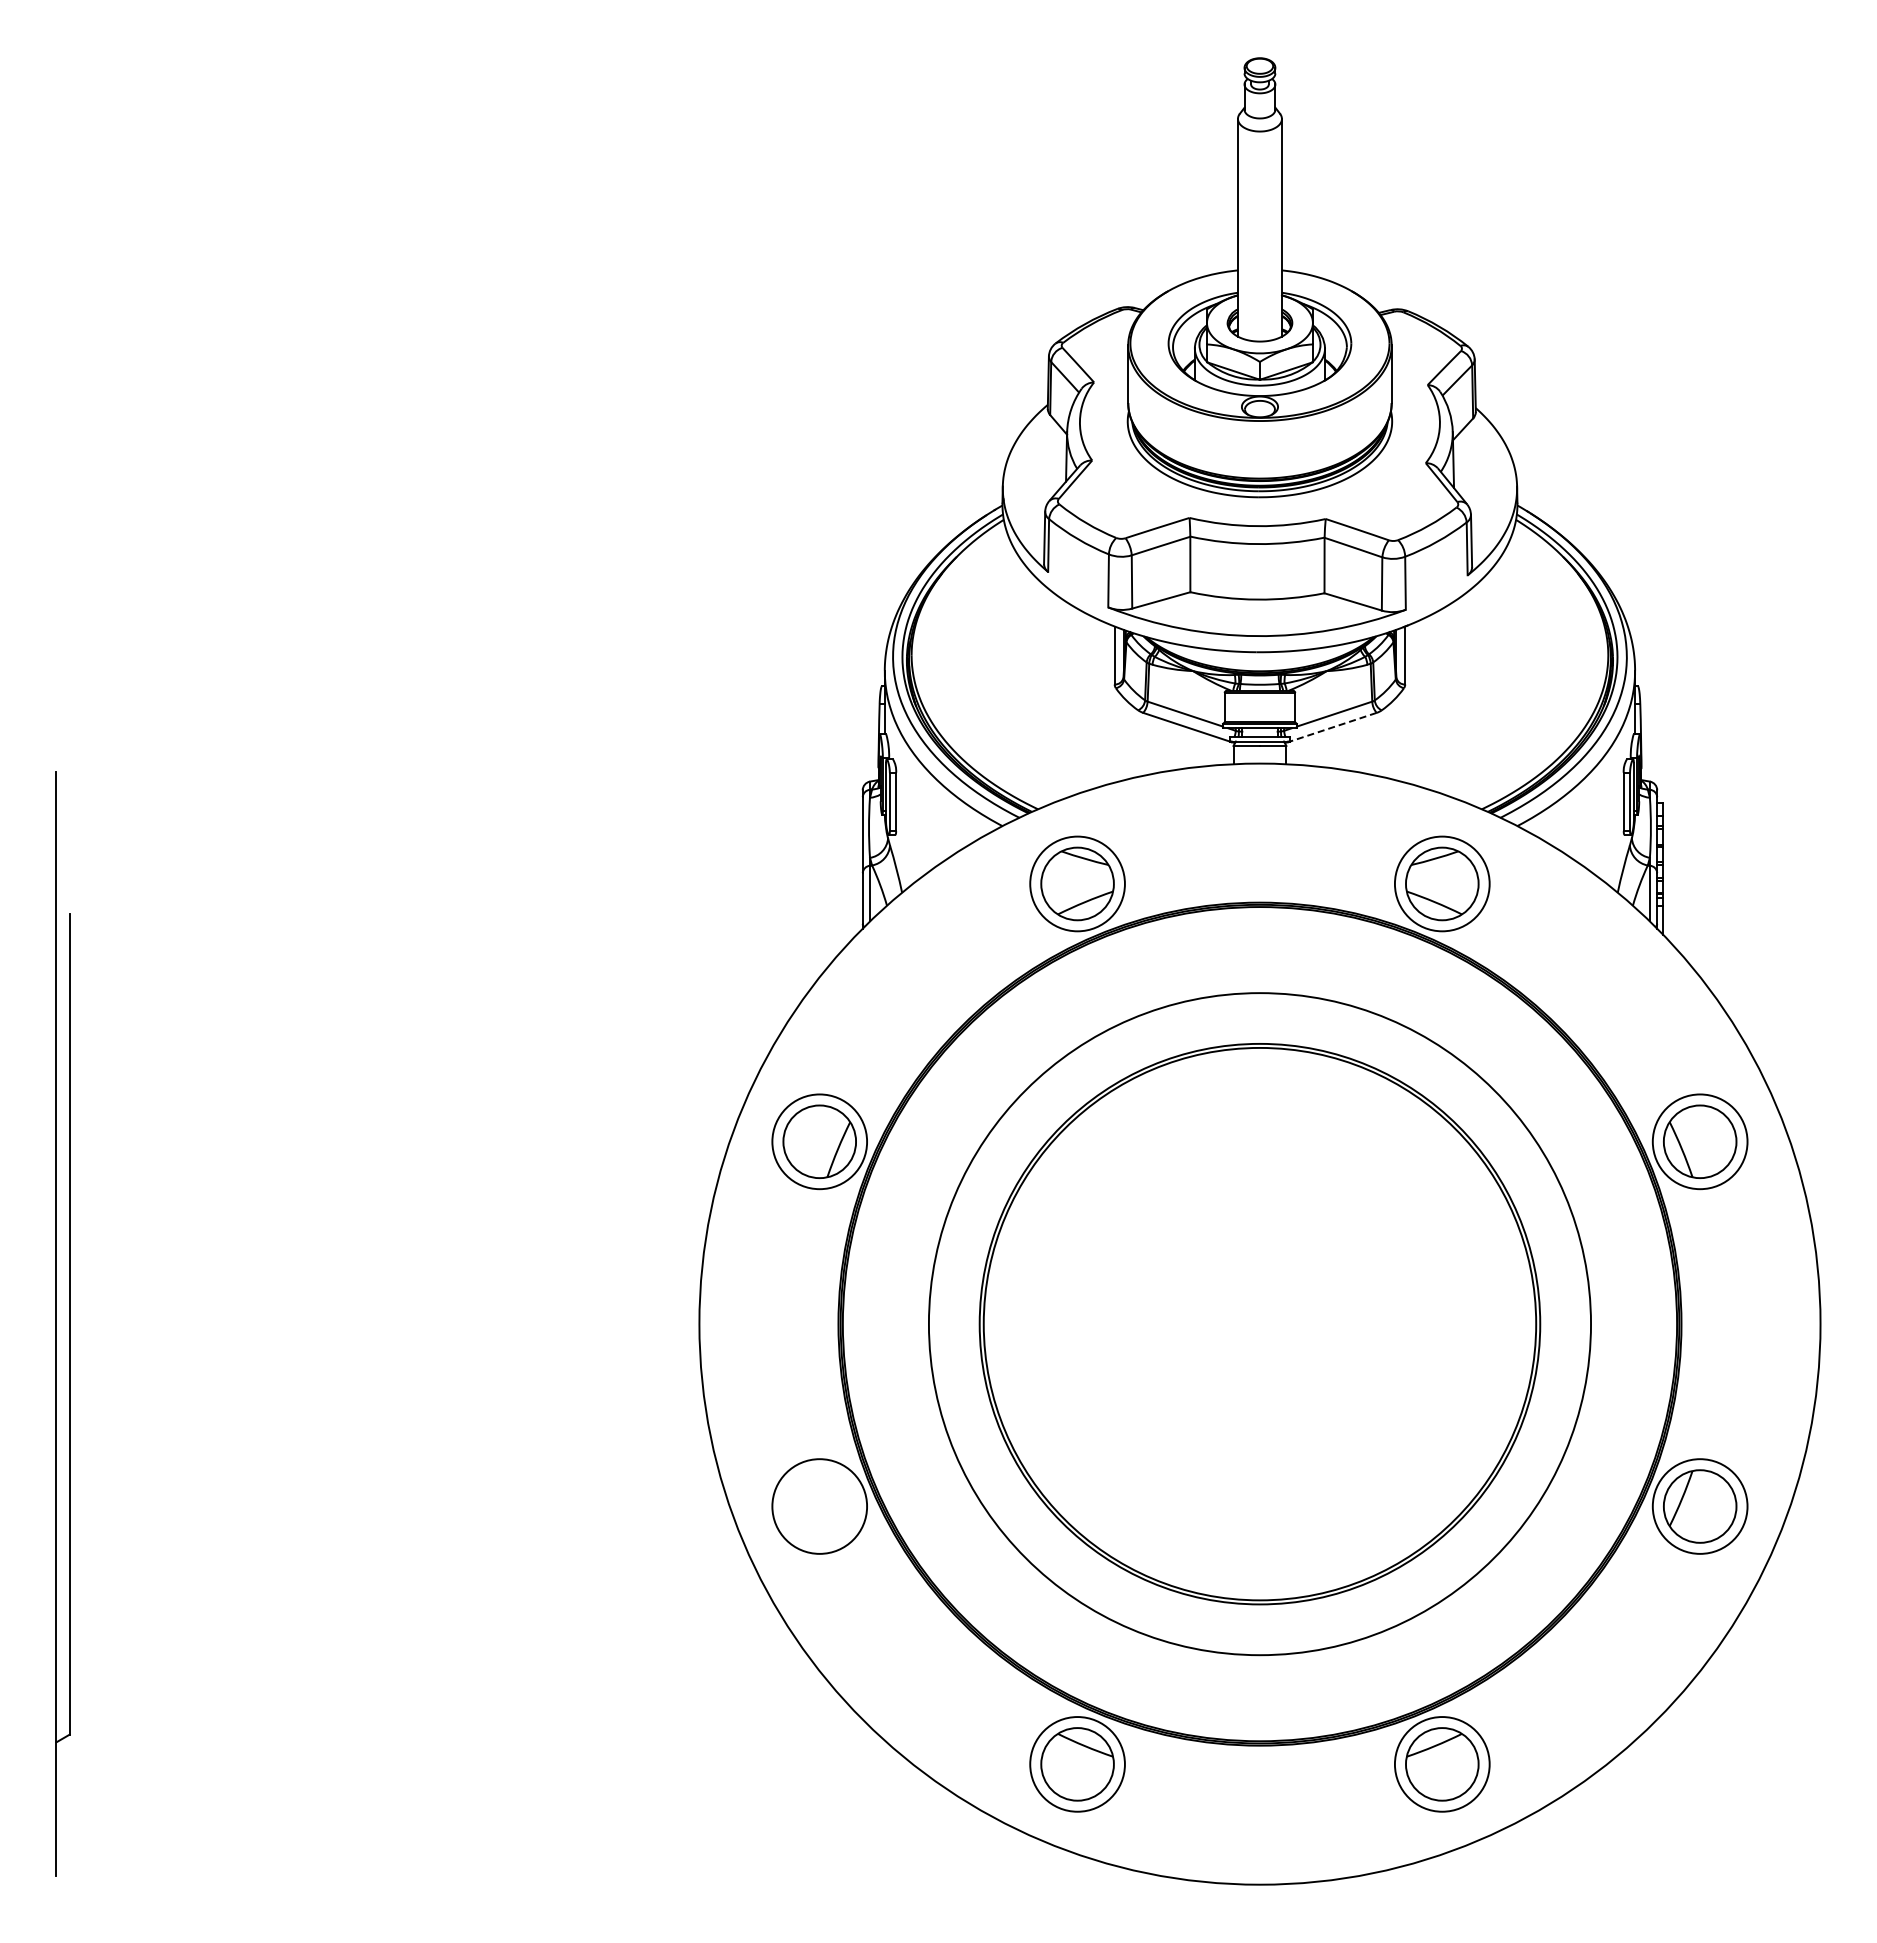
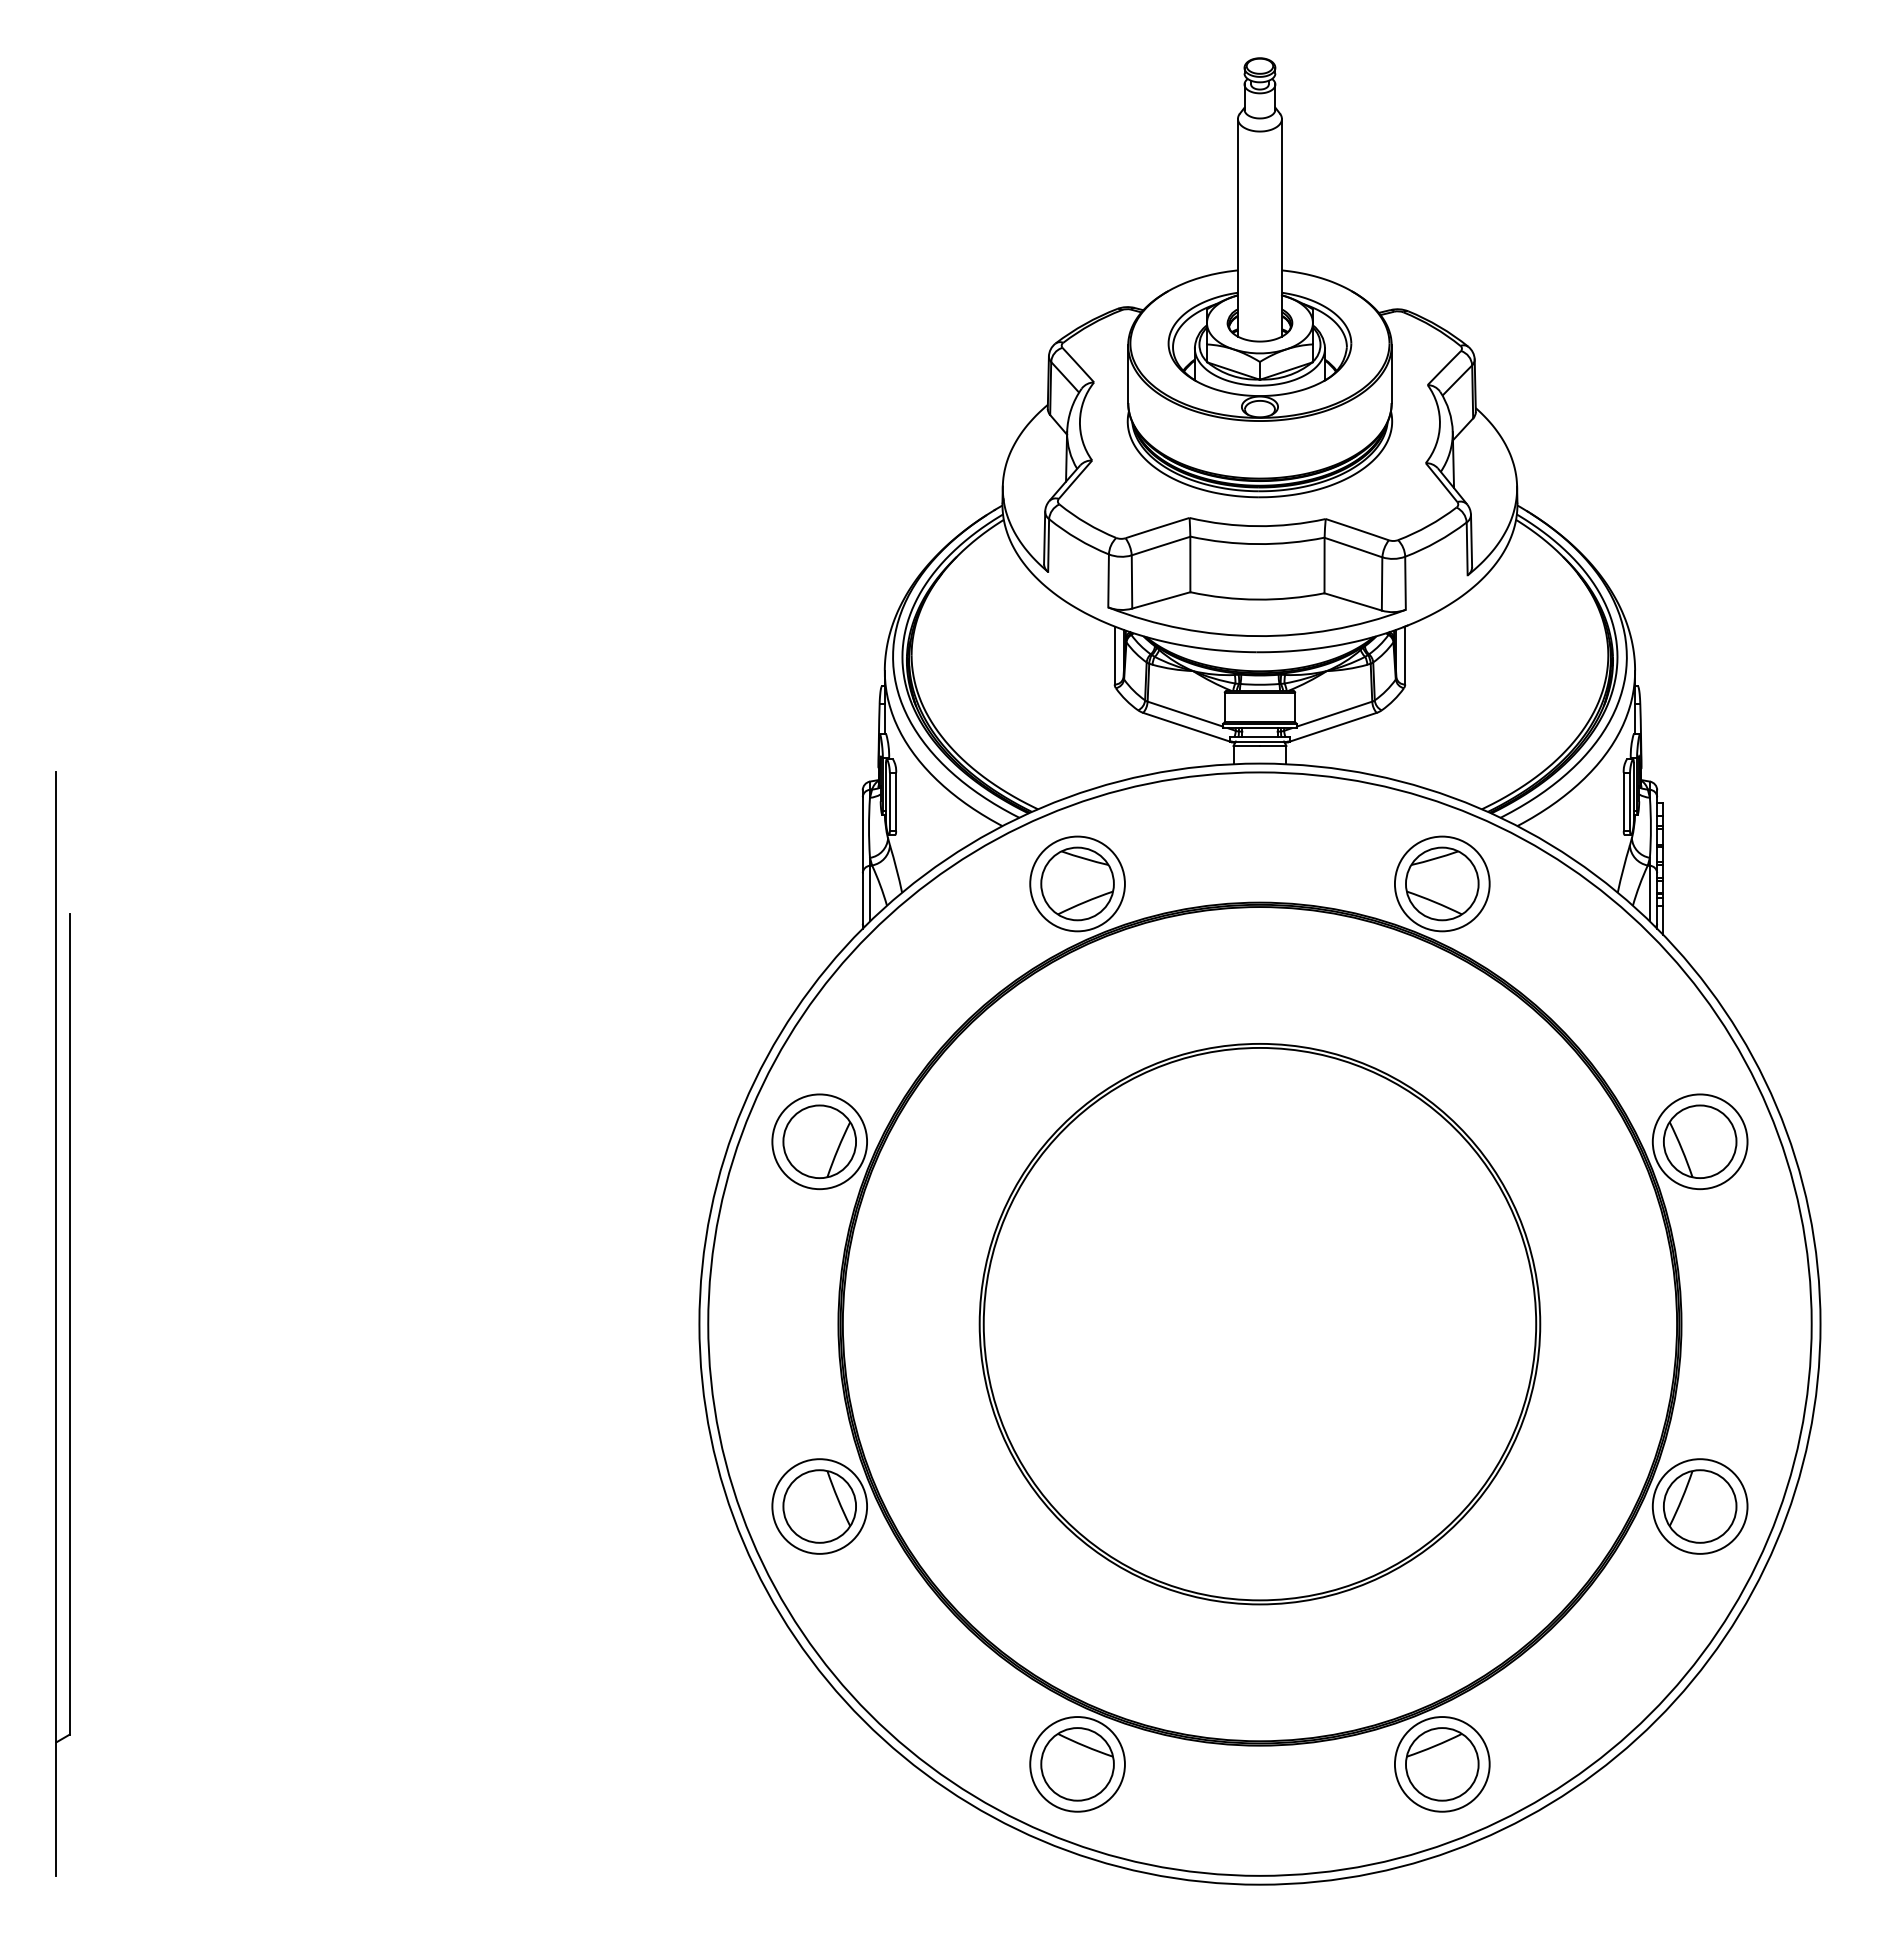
line at (1332, 727): dashed -> solid
circle at (1259, 1324) diameter: 662 px -> 1103 px
part at (819, 1506): none -> present
